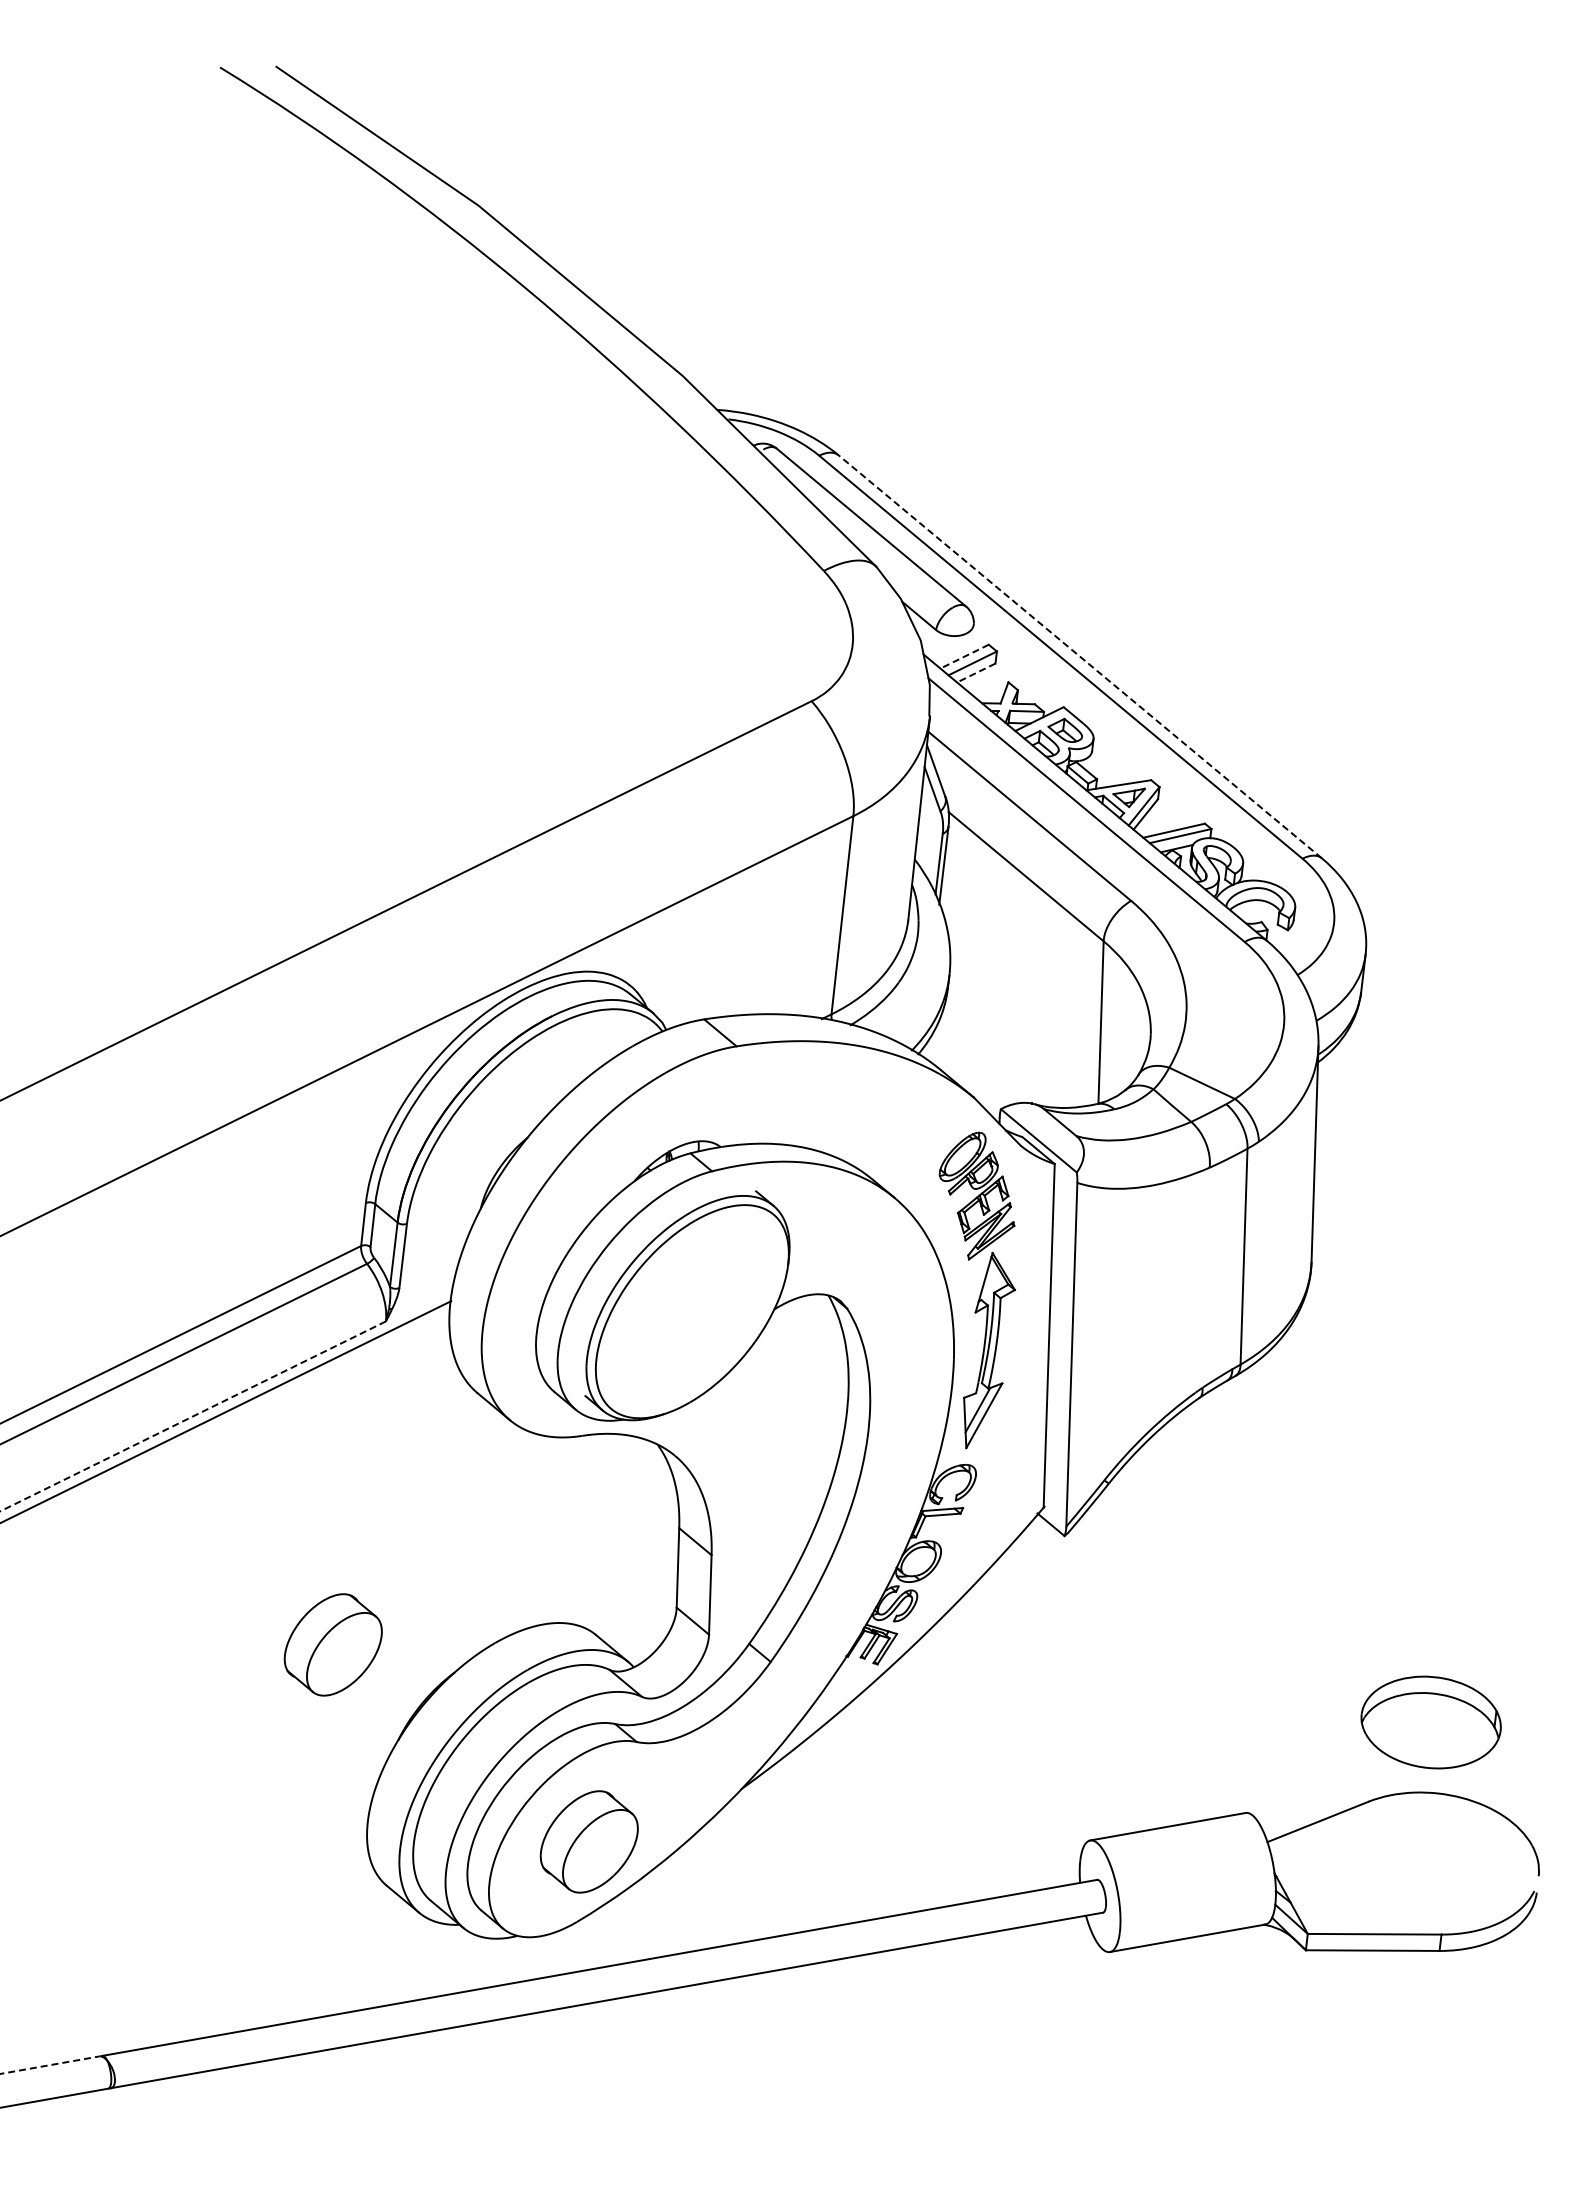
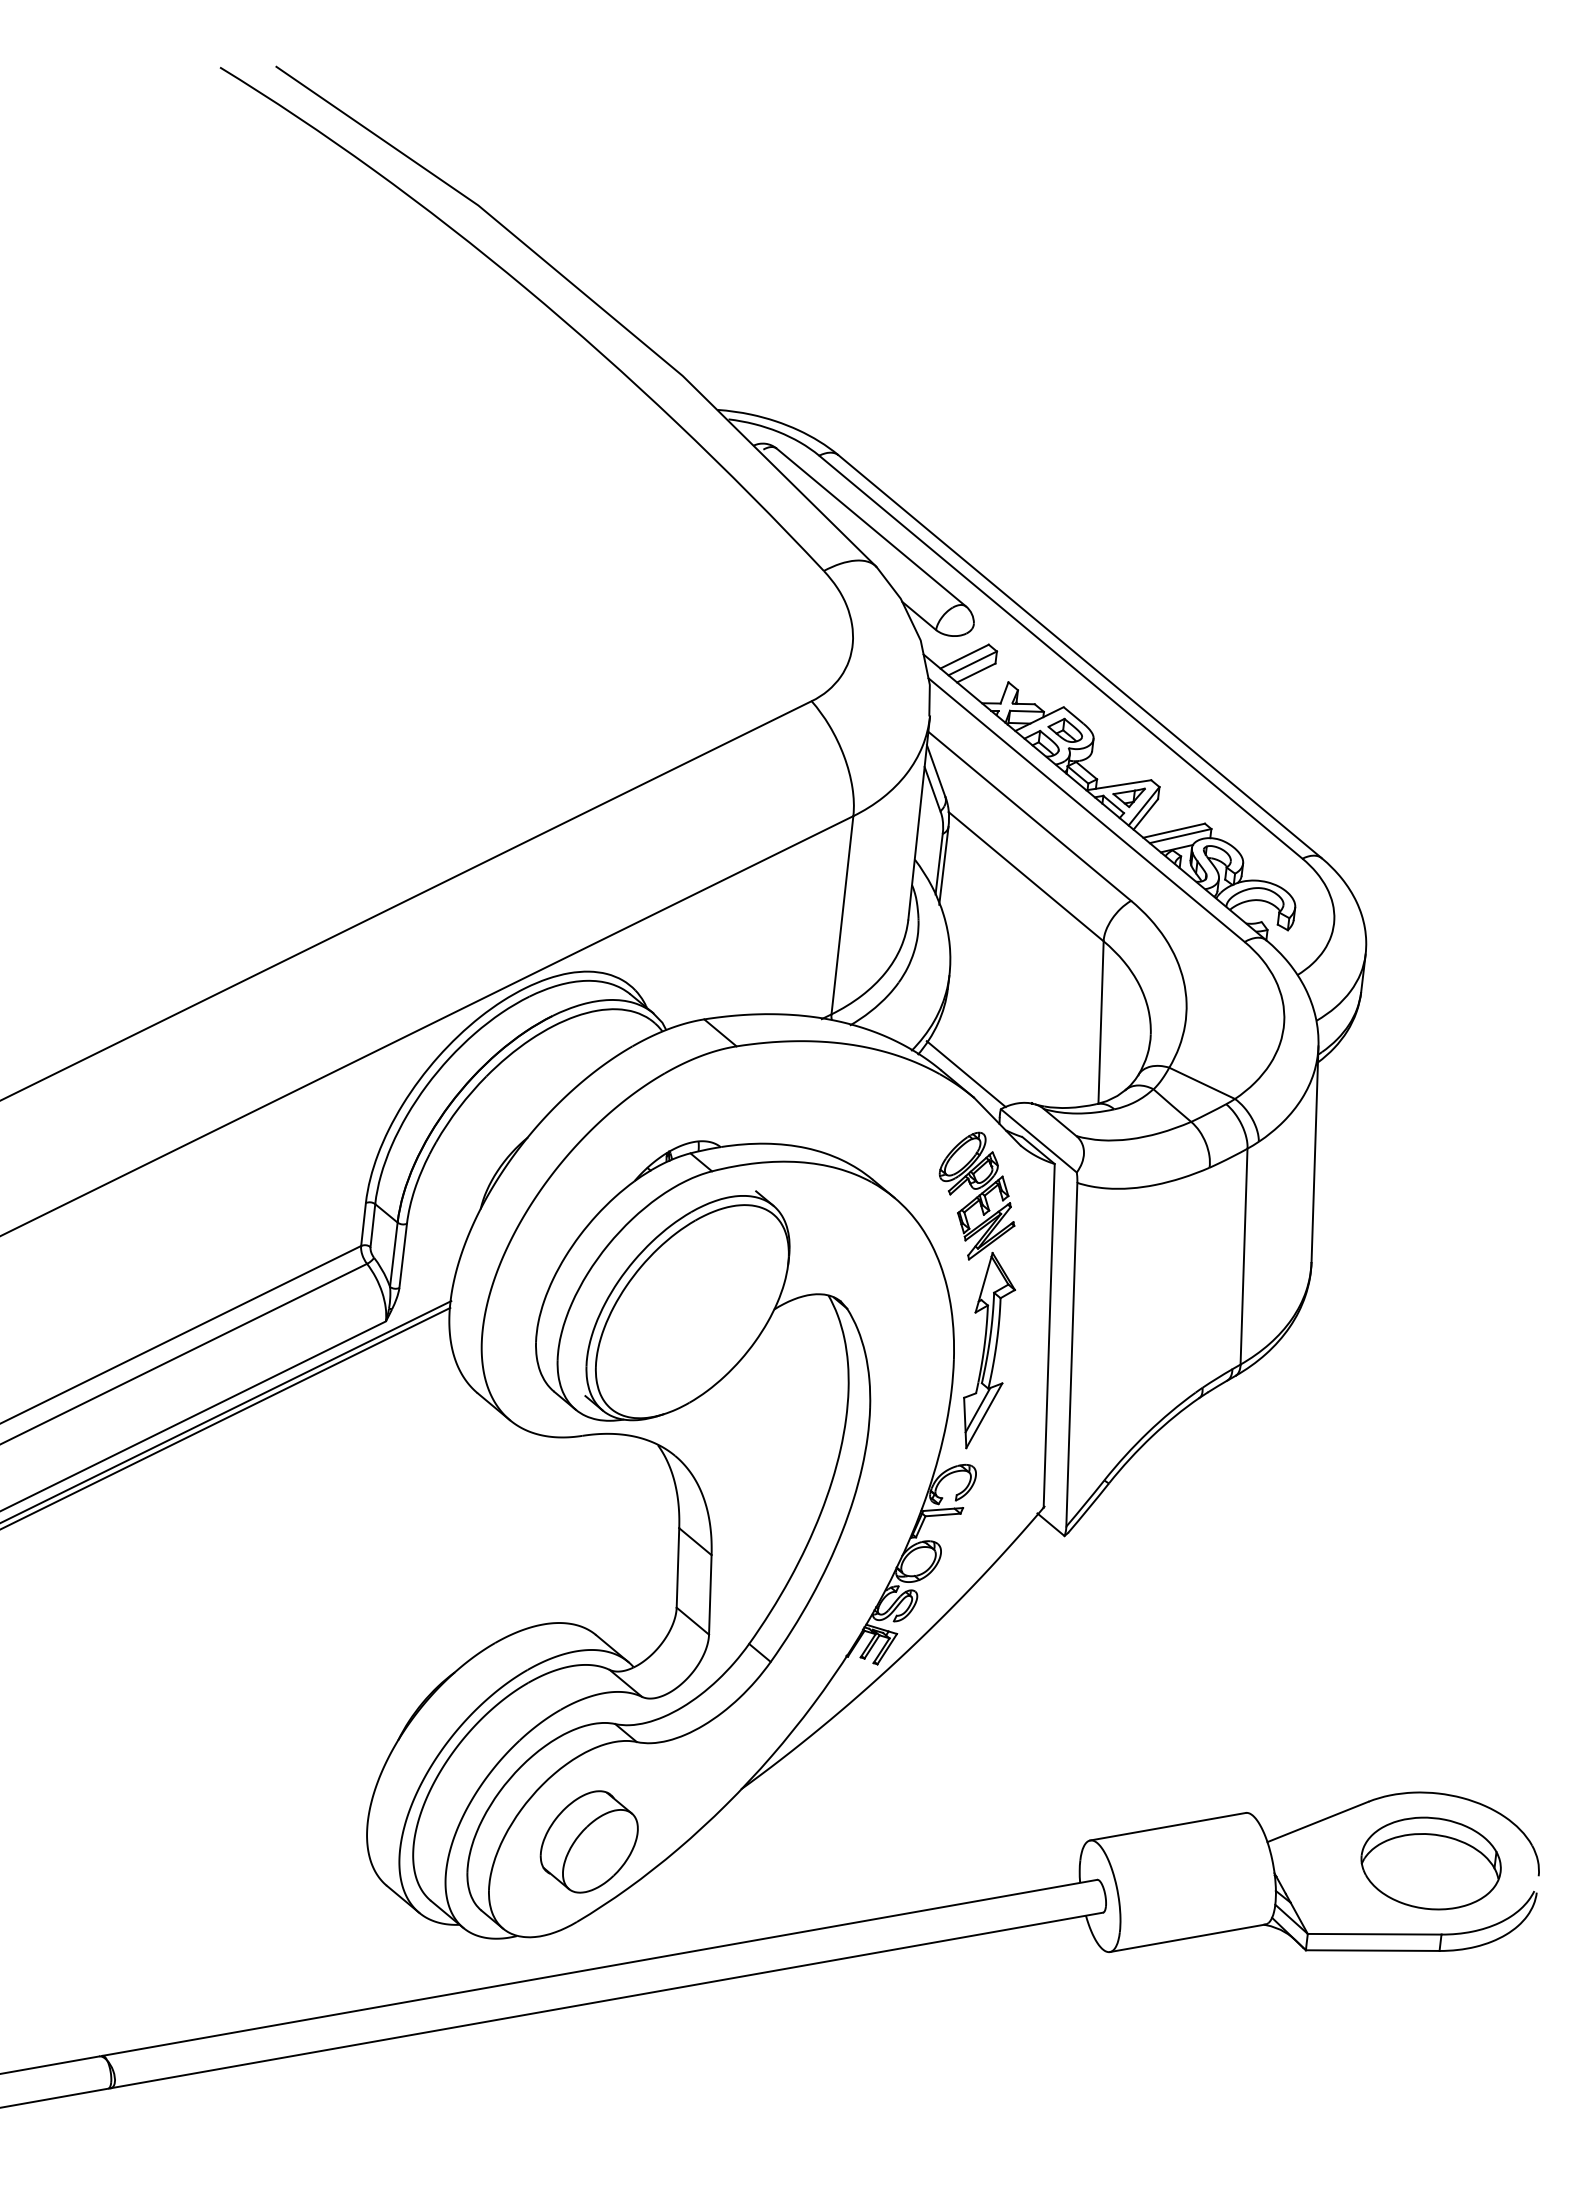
line at (964, 656): dashed -> solid
line at (1080, 656): dashed -> solid
line at (975, 673): dashed -> solid
line at (965, 1074): none -> present
line at (193, 1416): dashed -> solid
line at (226, 1417): none -> present
part at (332, 1644): present -> none
part at (1430, 1722) position: (1430, 1722) -> (1430, 1863)
line at (50, 2065): dashed -> solid
